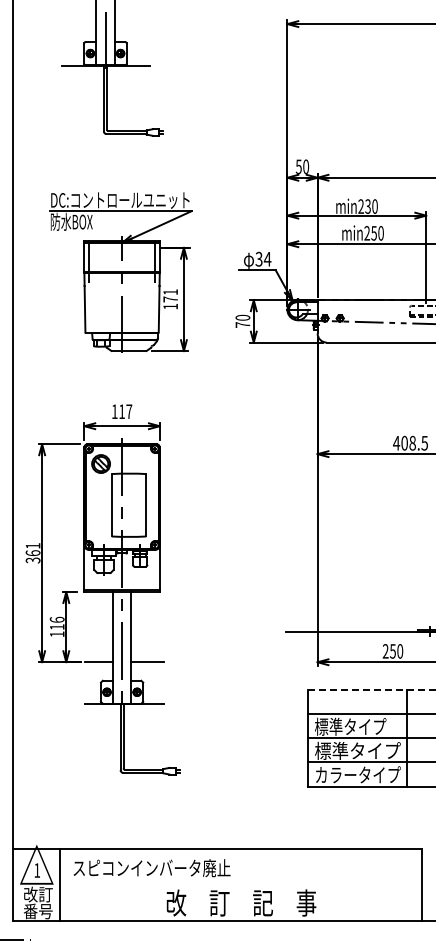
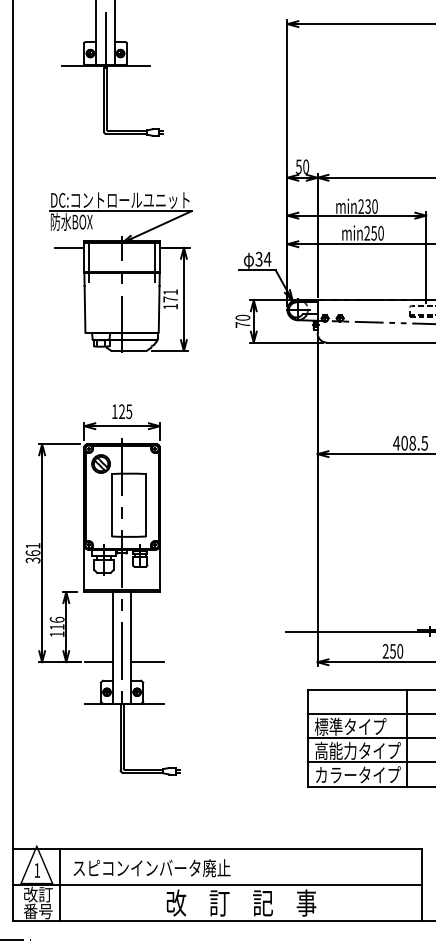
line at (69, 247): none -> present
text at (125, 411): 117 -> 125
line at (371, 690): dashed -> solid
text at (357, 750): 標準タイプ -> 高能力タイプ
line at (217, 885): none -> present
